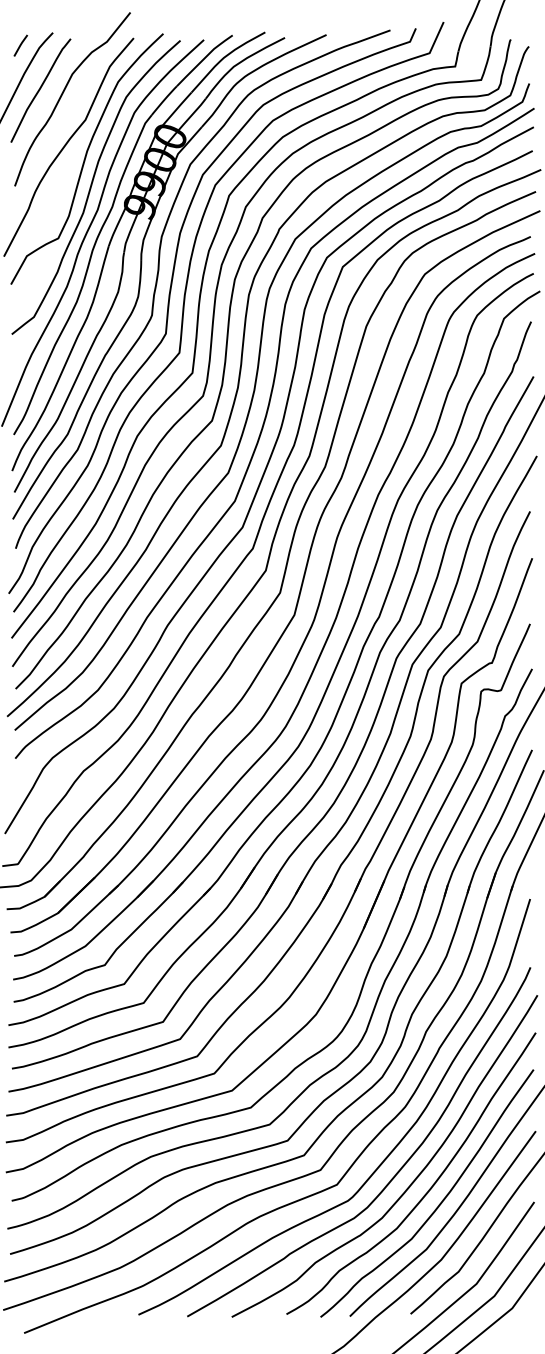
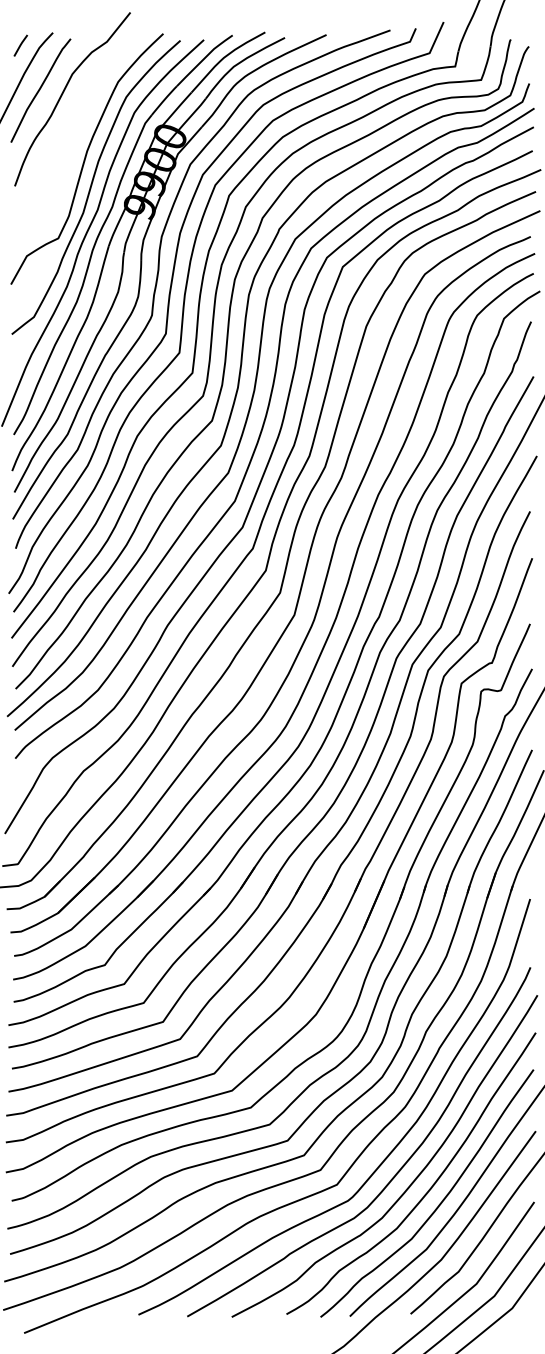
curve at (67, 144): present -> none
